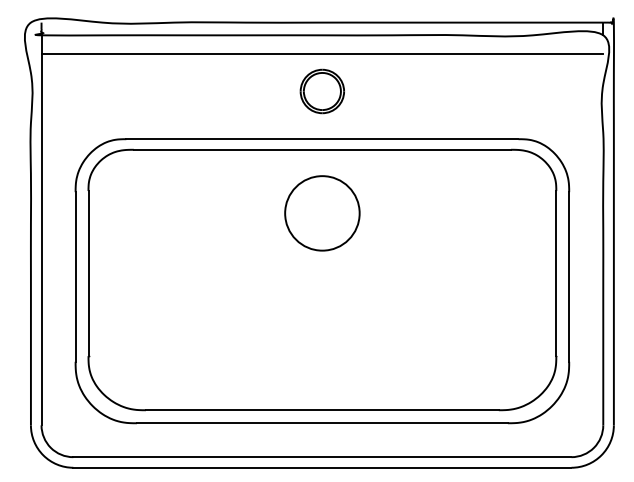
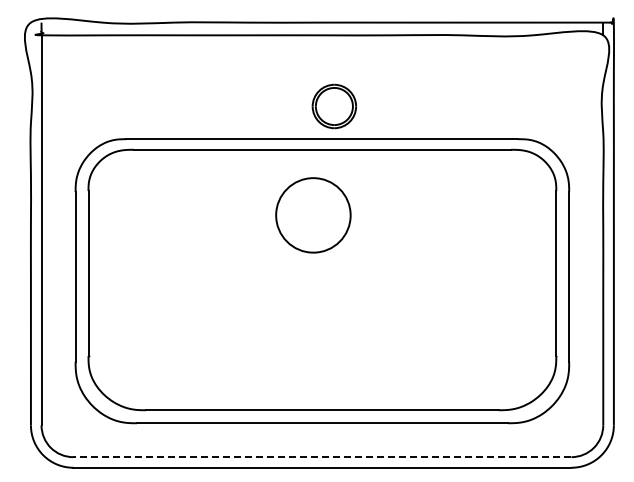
line at (322, 54): present -> none
part at (321, 91) position: (321, 91) -> (333, 106)
circle at (322, 213) position: (322, 213) -> (313, 215)
line at (321, 457): solid -> dashed
